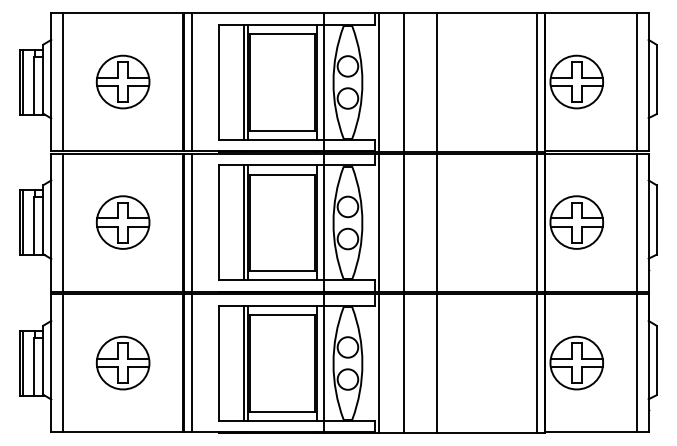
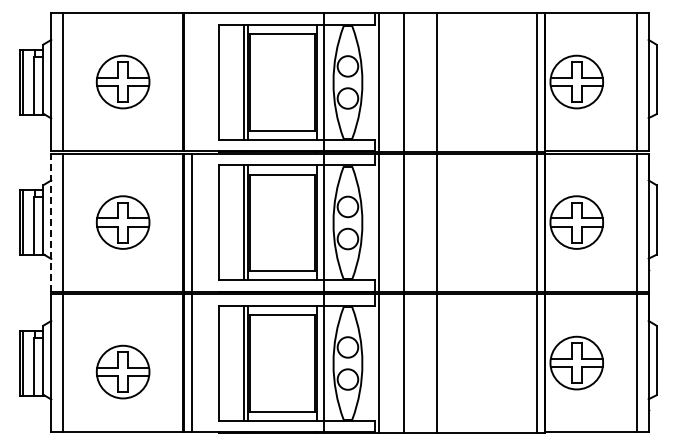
line at (191, 82): present -> none
line at (51, 222): solid -> dashed
part at (122, 362) position: (122, 362) -> (122, 371)
